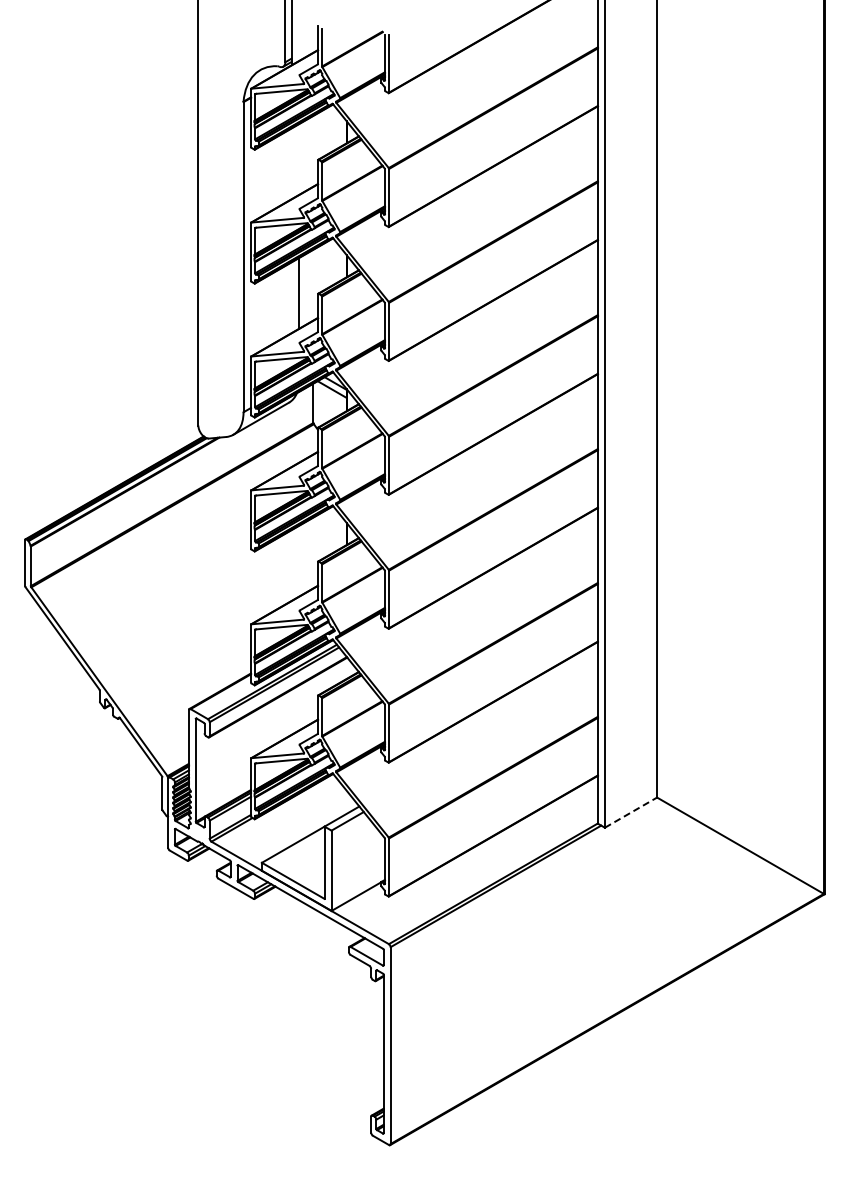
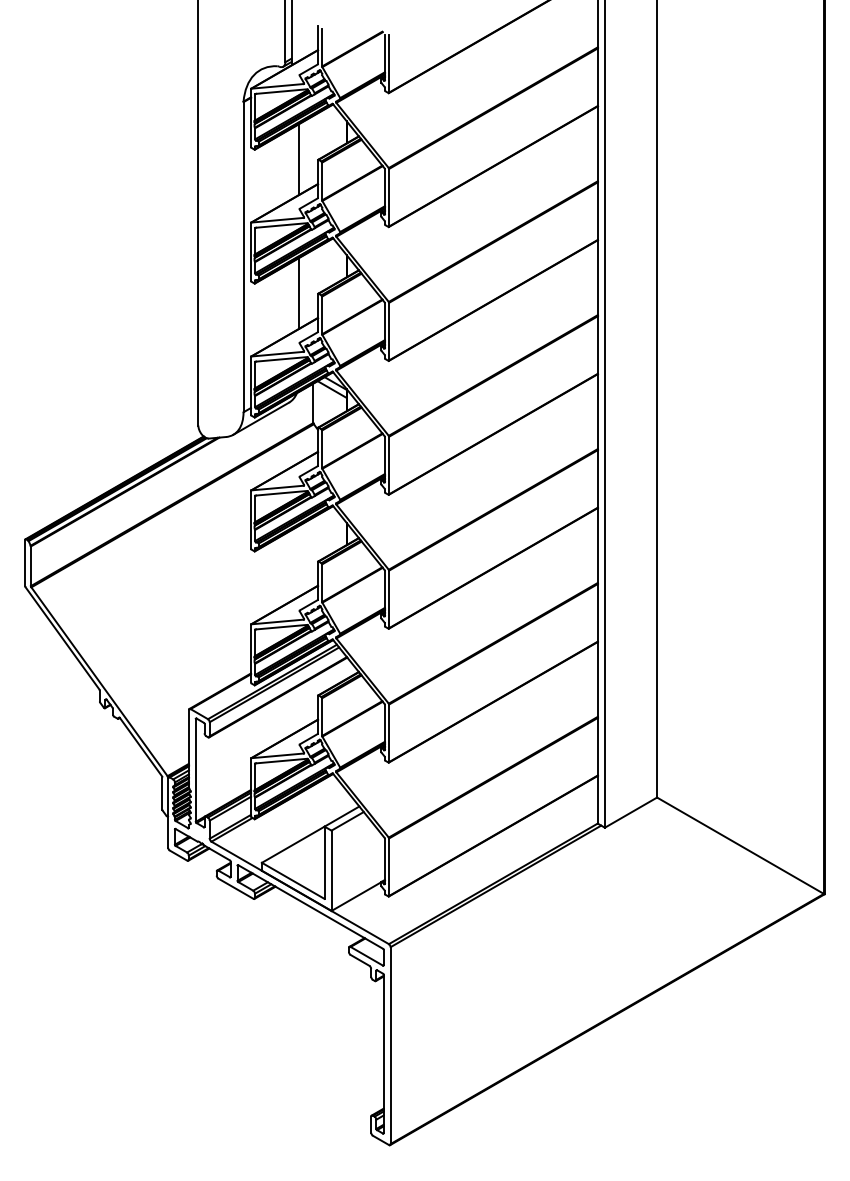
line at (299, 159): none -> present
line at (631, 812): dashed -> solid
